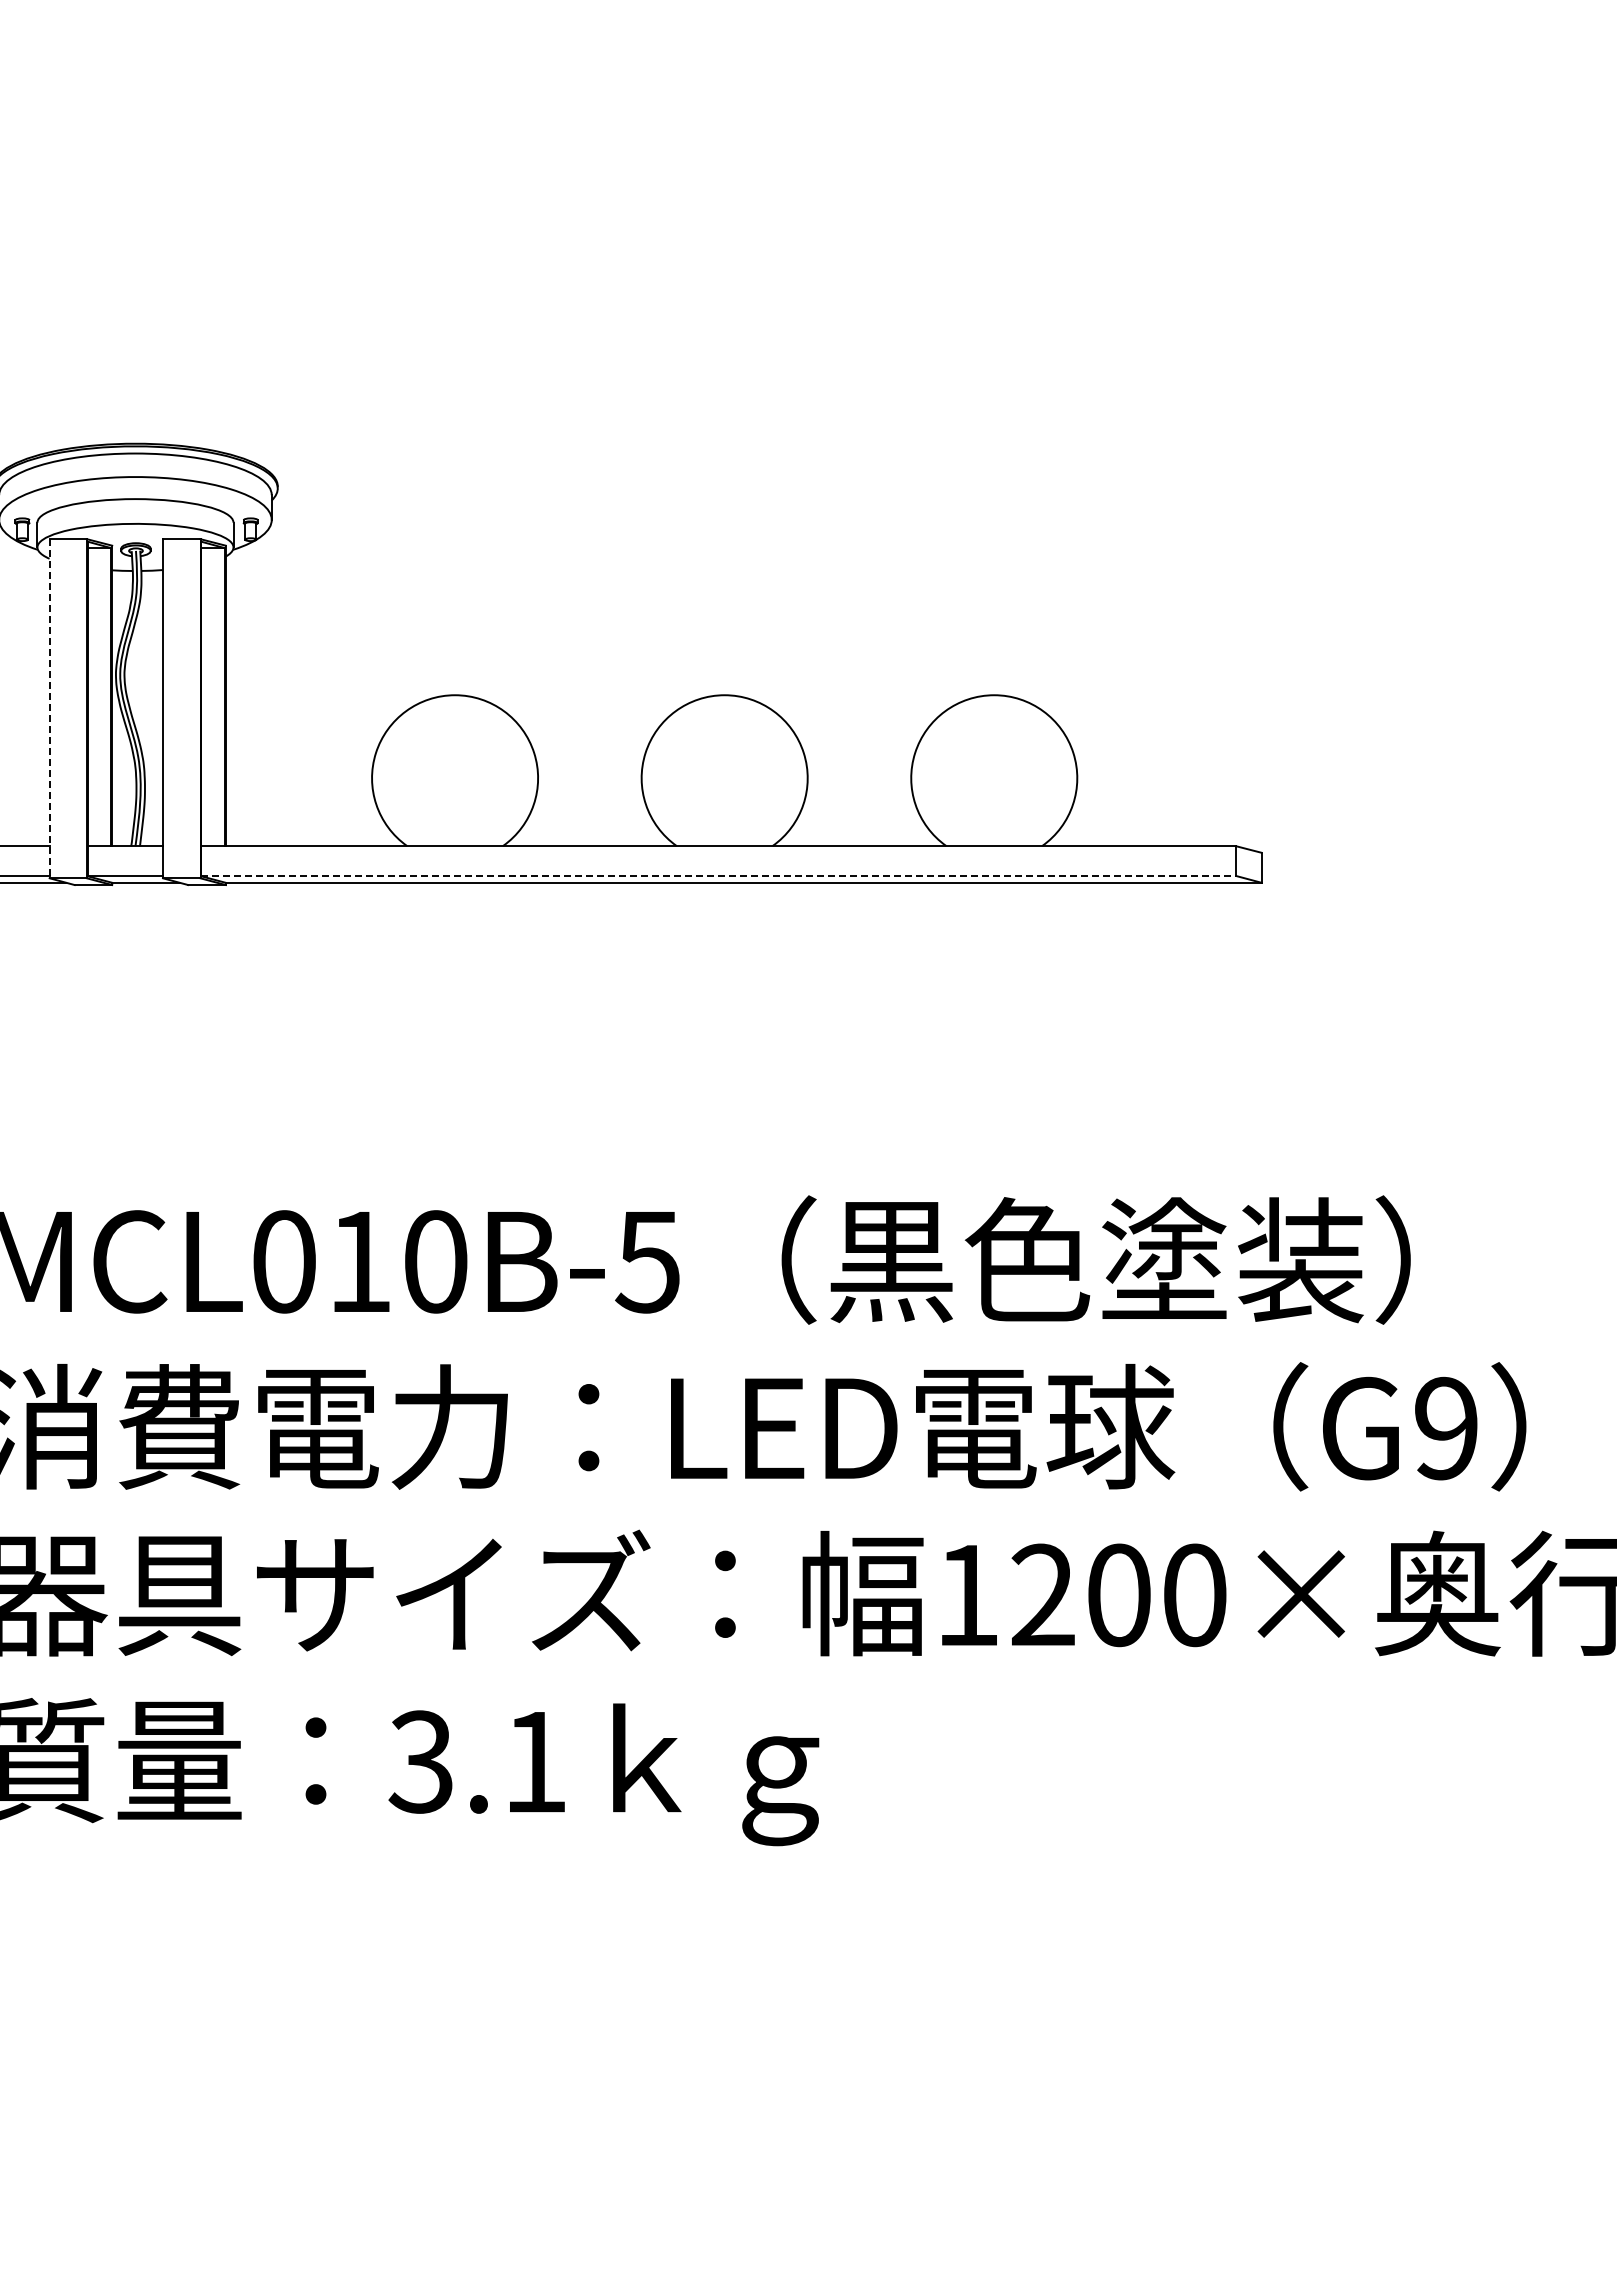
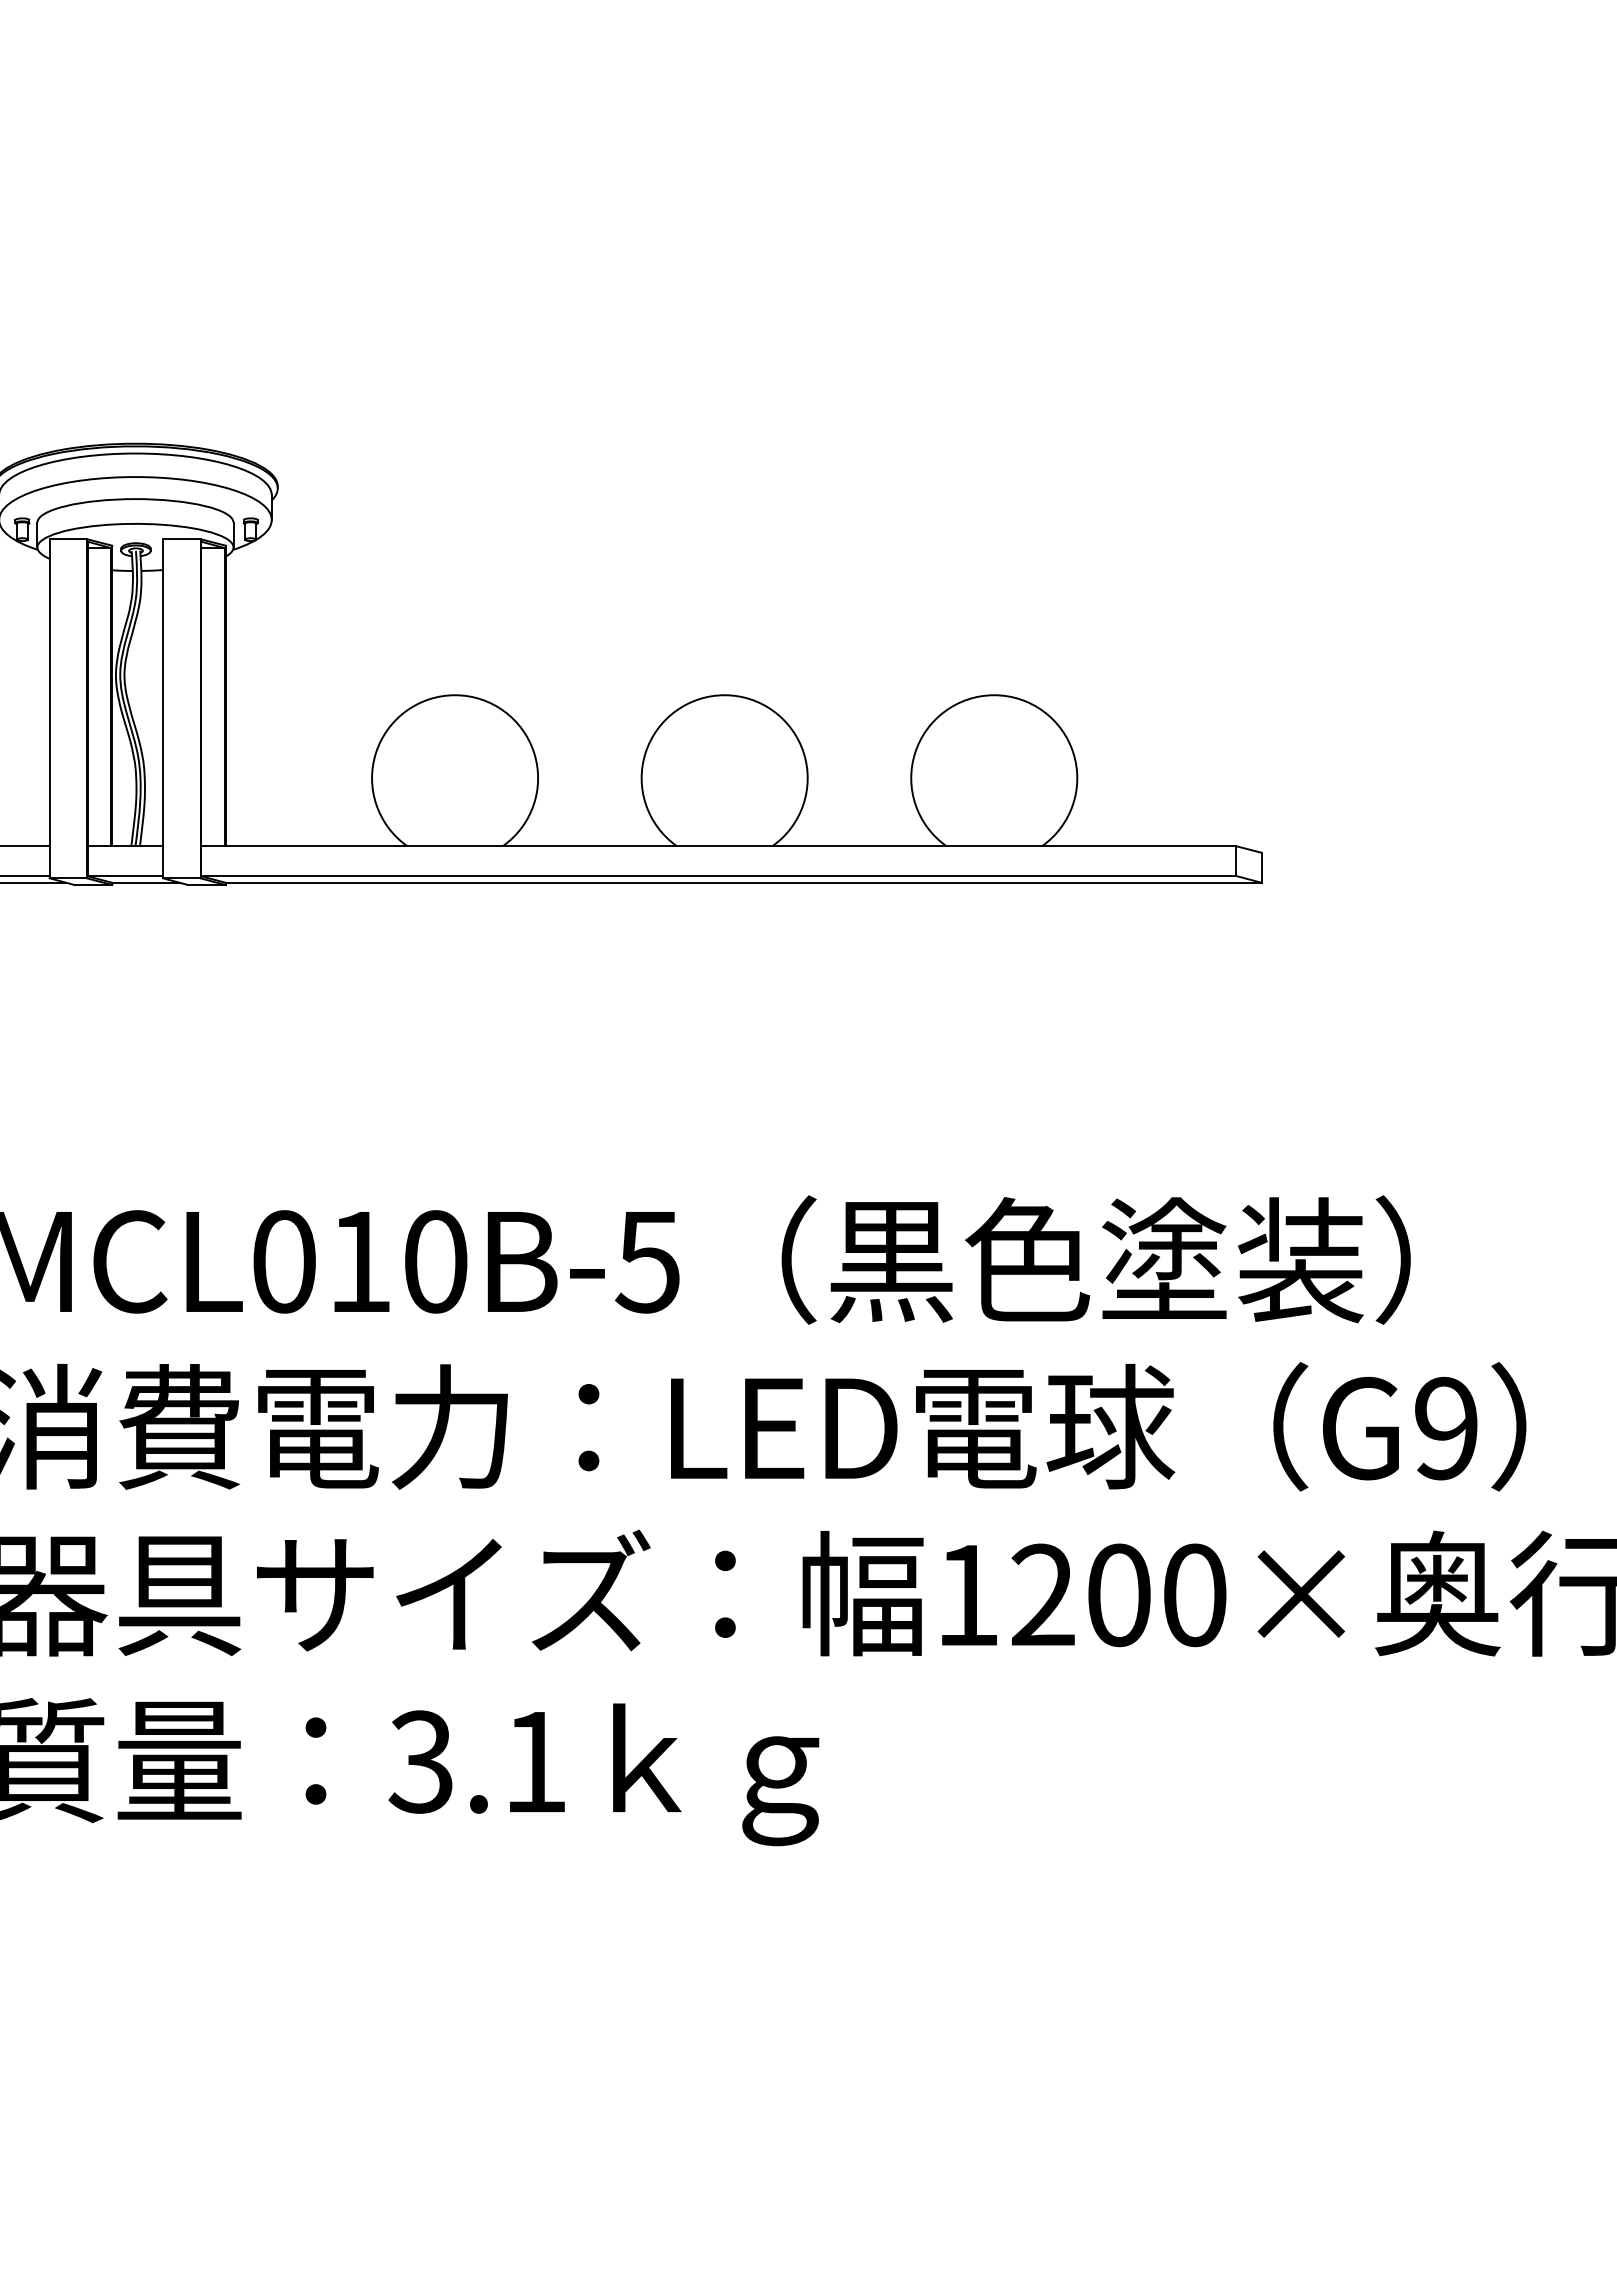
line at (49, 708): dashed -> solid
line at (718, 876): dashed -> solid
